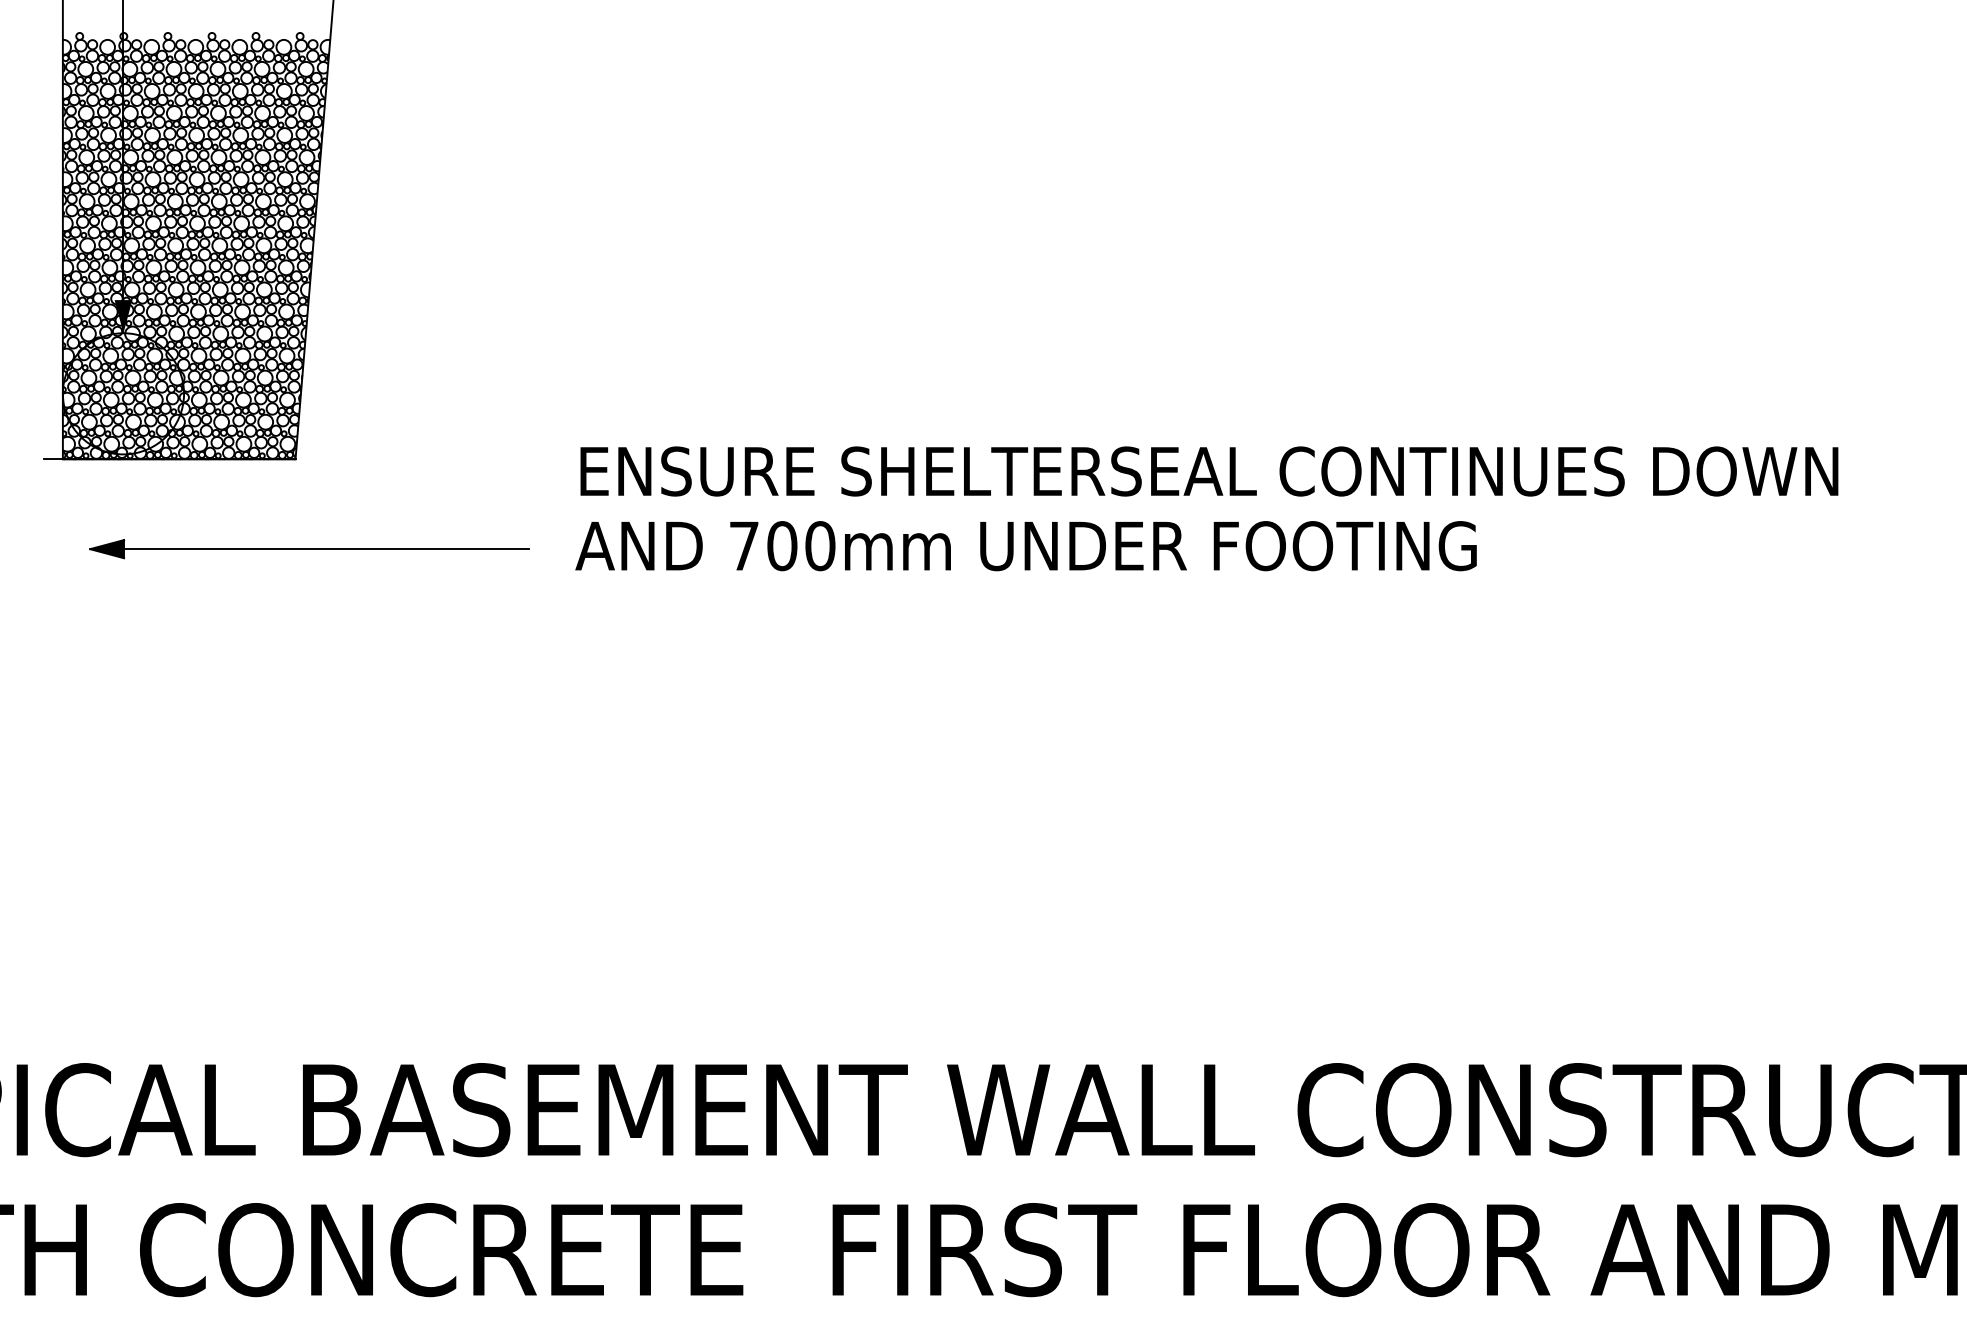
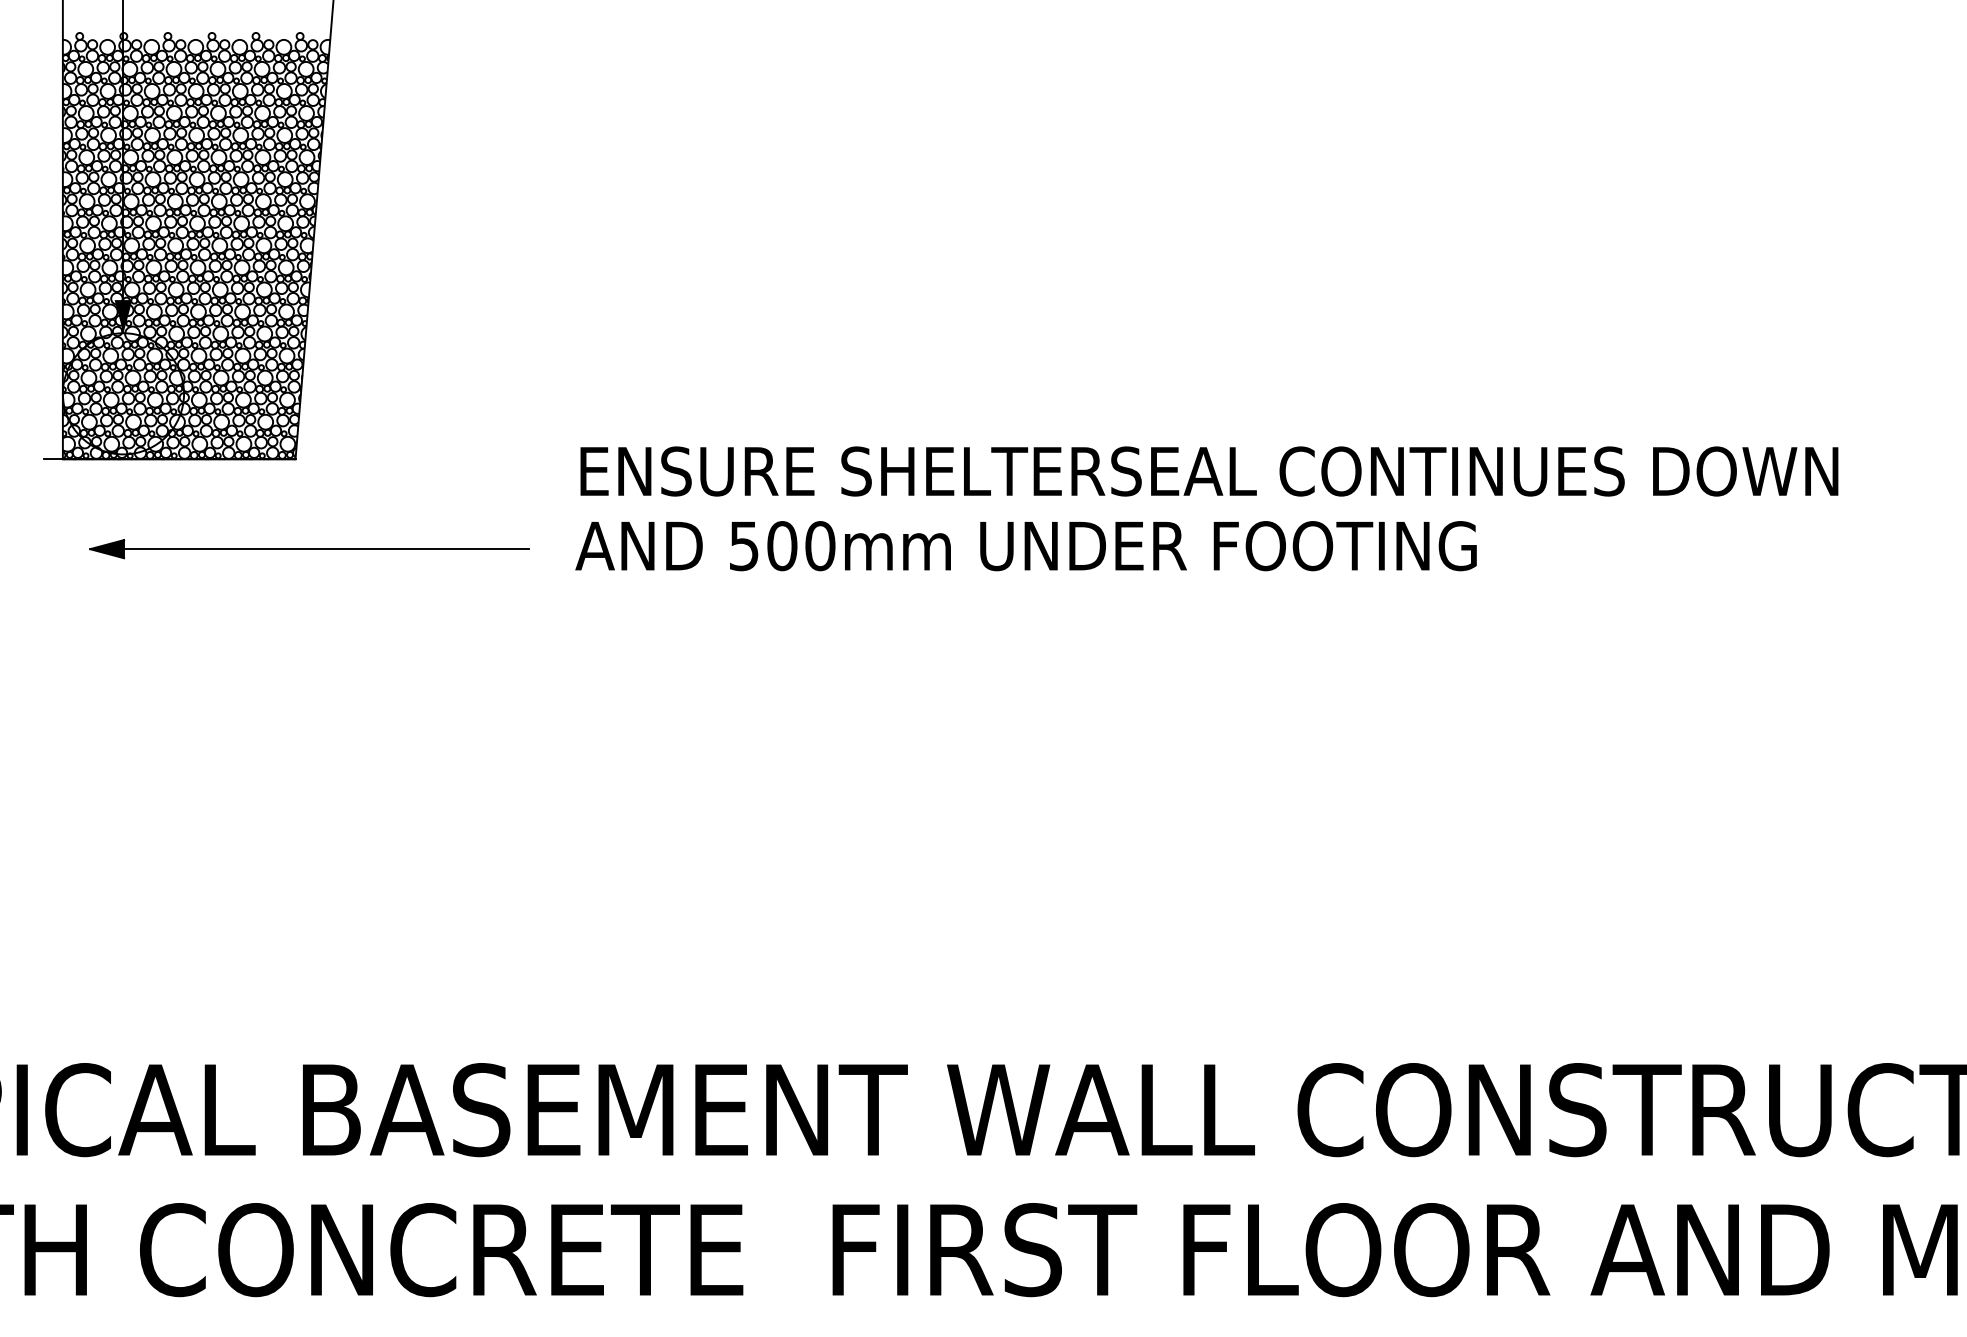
text at (744, 546): 700mm -> 500mm
